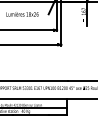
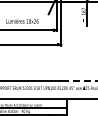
text at (22, 14) position: (22, 14) -> (22, 21)
line at (82, 80): solid -> dashed
